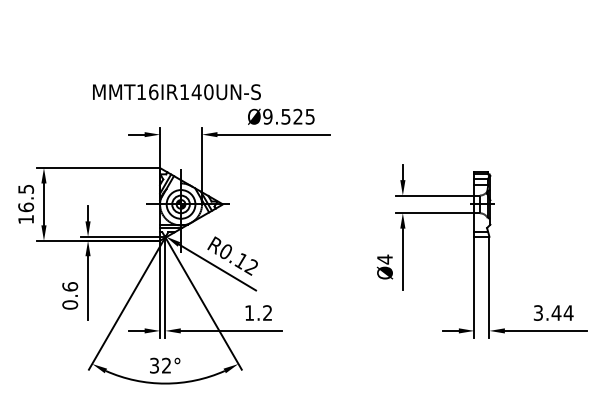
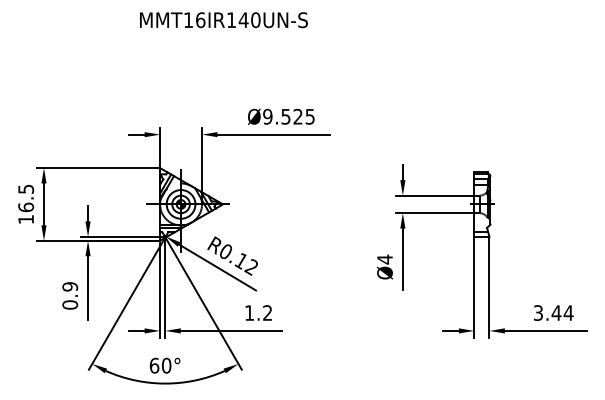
text at (176, 92) position: (176, 92) -> (223, 20)
text at (70, 286): 0.6 -> 0.9
text at (160, 365): 32° -> 60°
